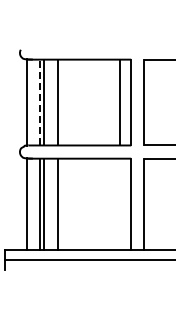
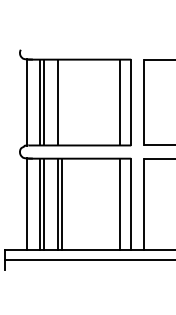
line at (39, 102): dashed -> solid
line at (62, 204): none -> present
line at (120, 204): none -> present
